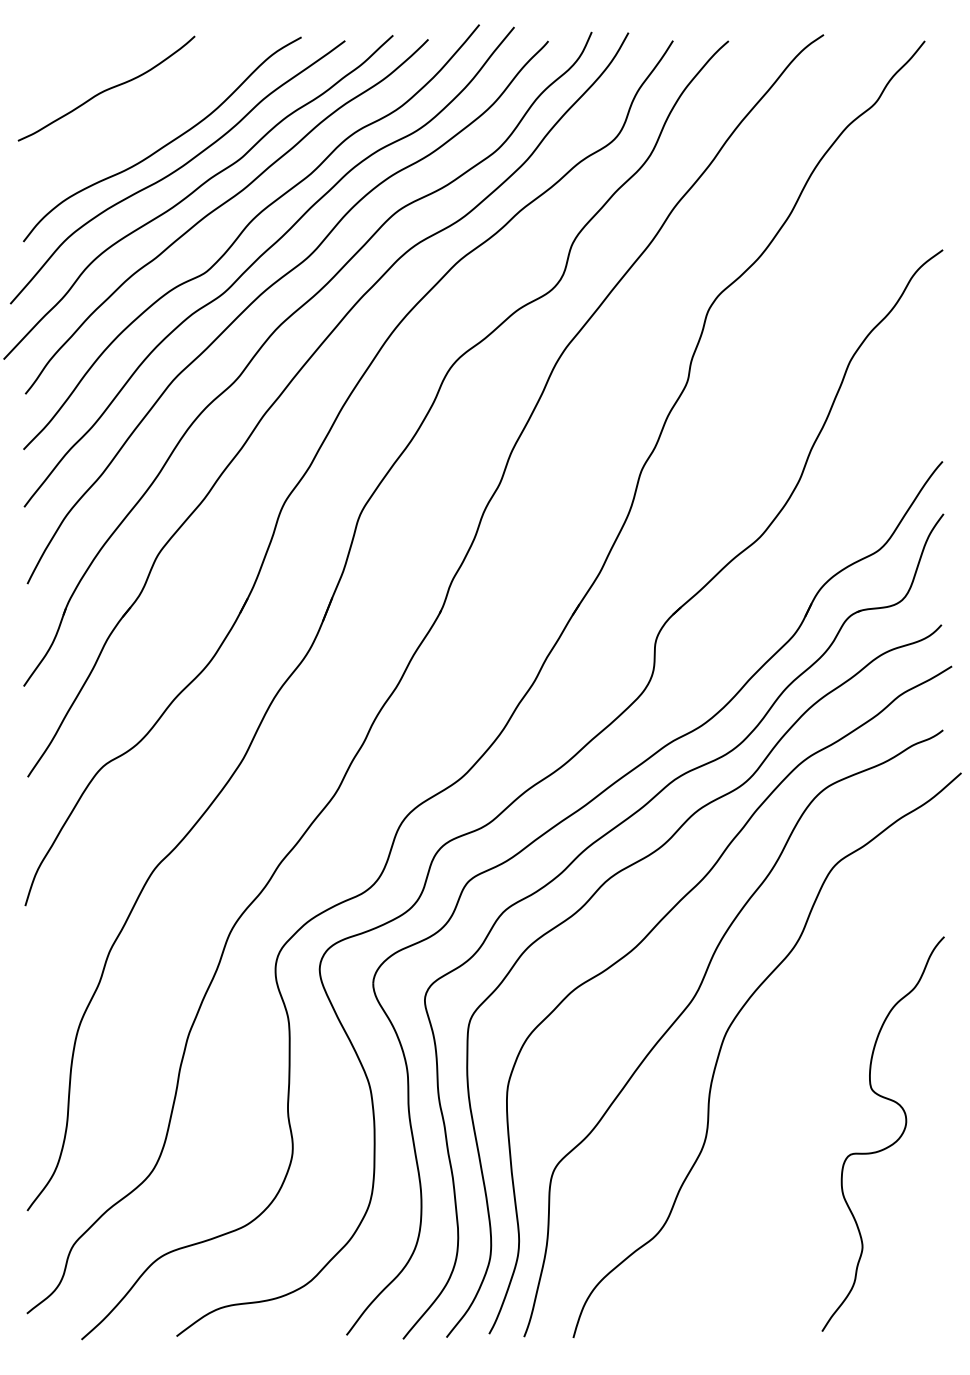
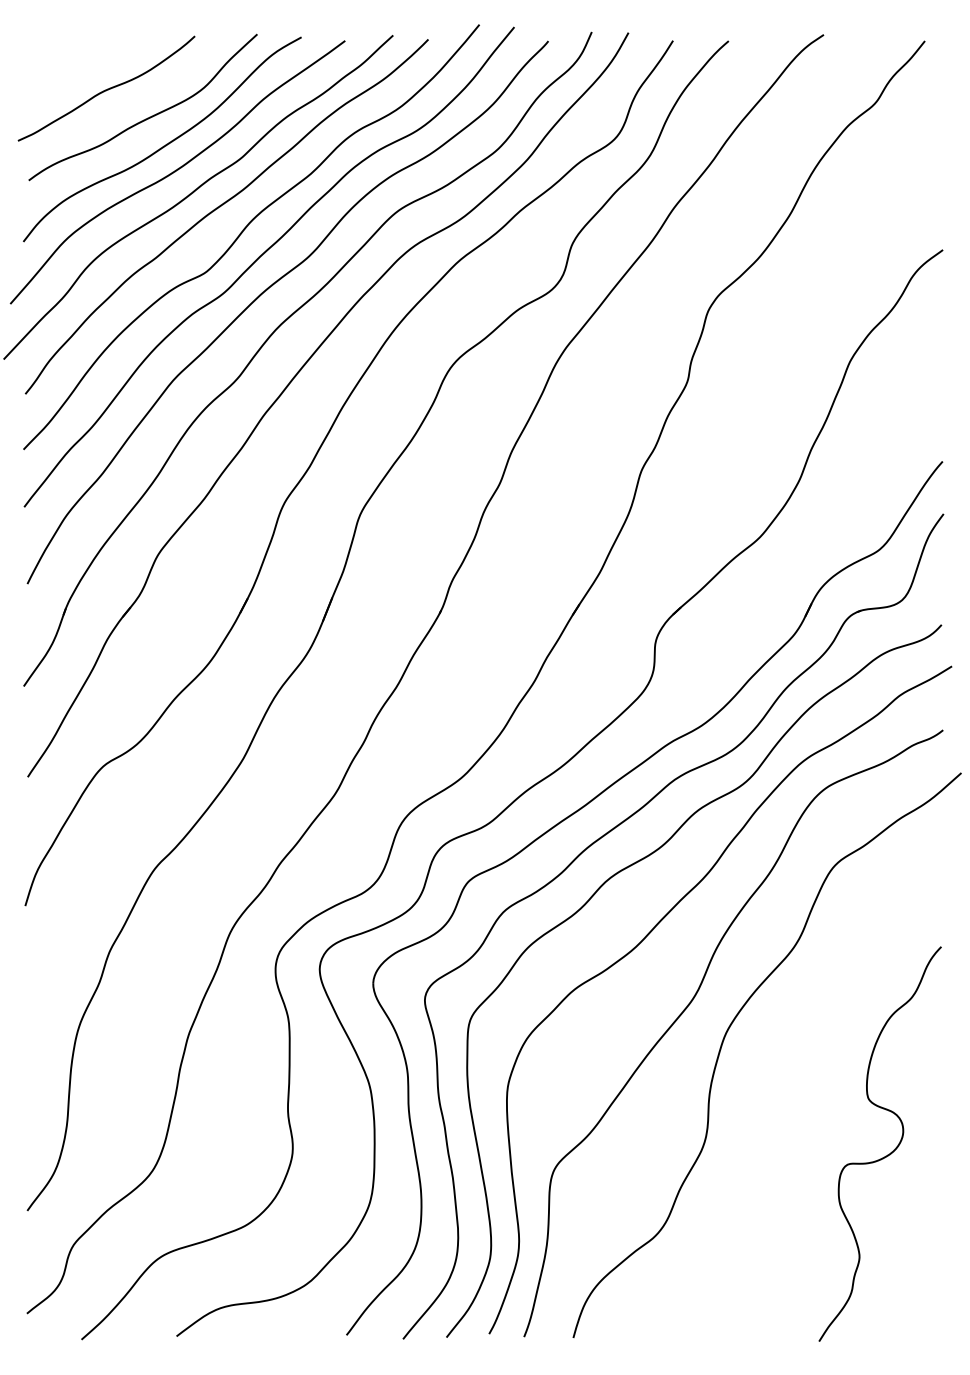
curve at (147, 117): none -> present
curve at (888, 1145) position: (888, 1145) -> (885, 1155)
